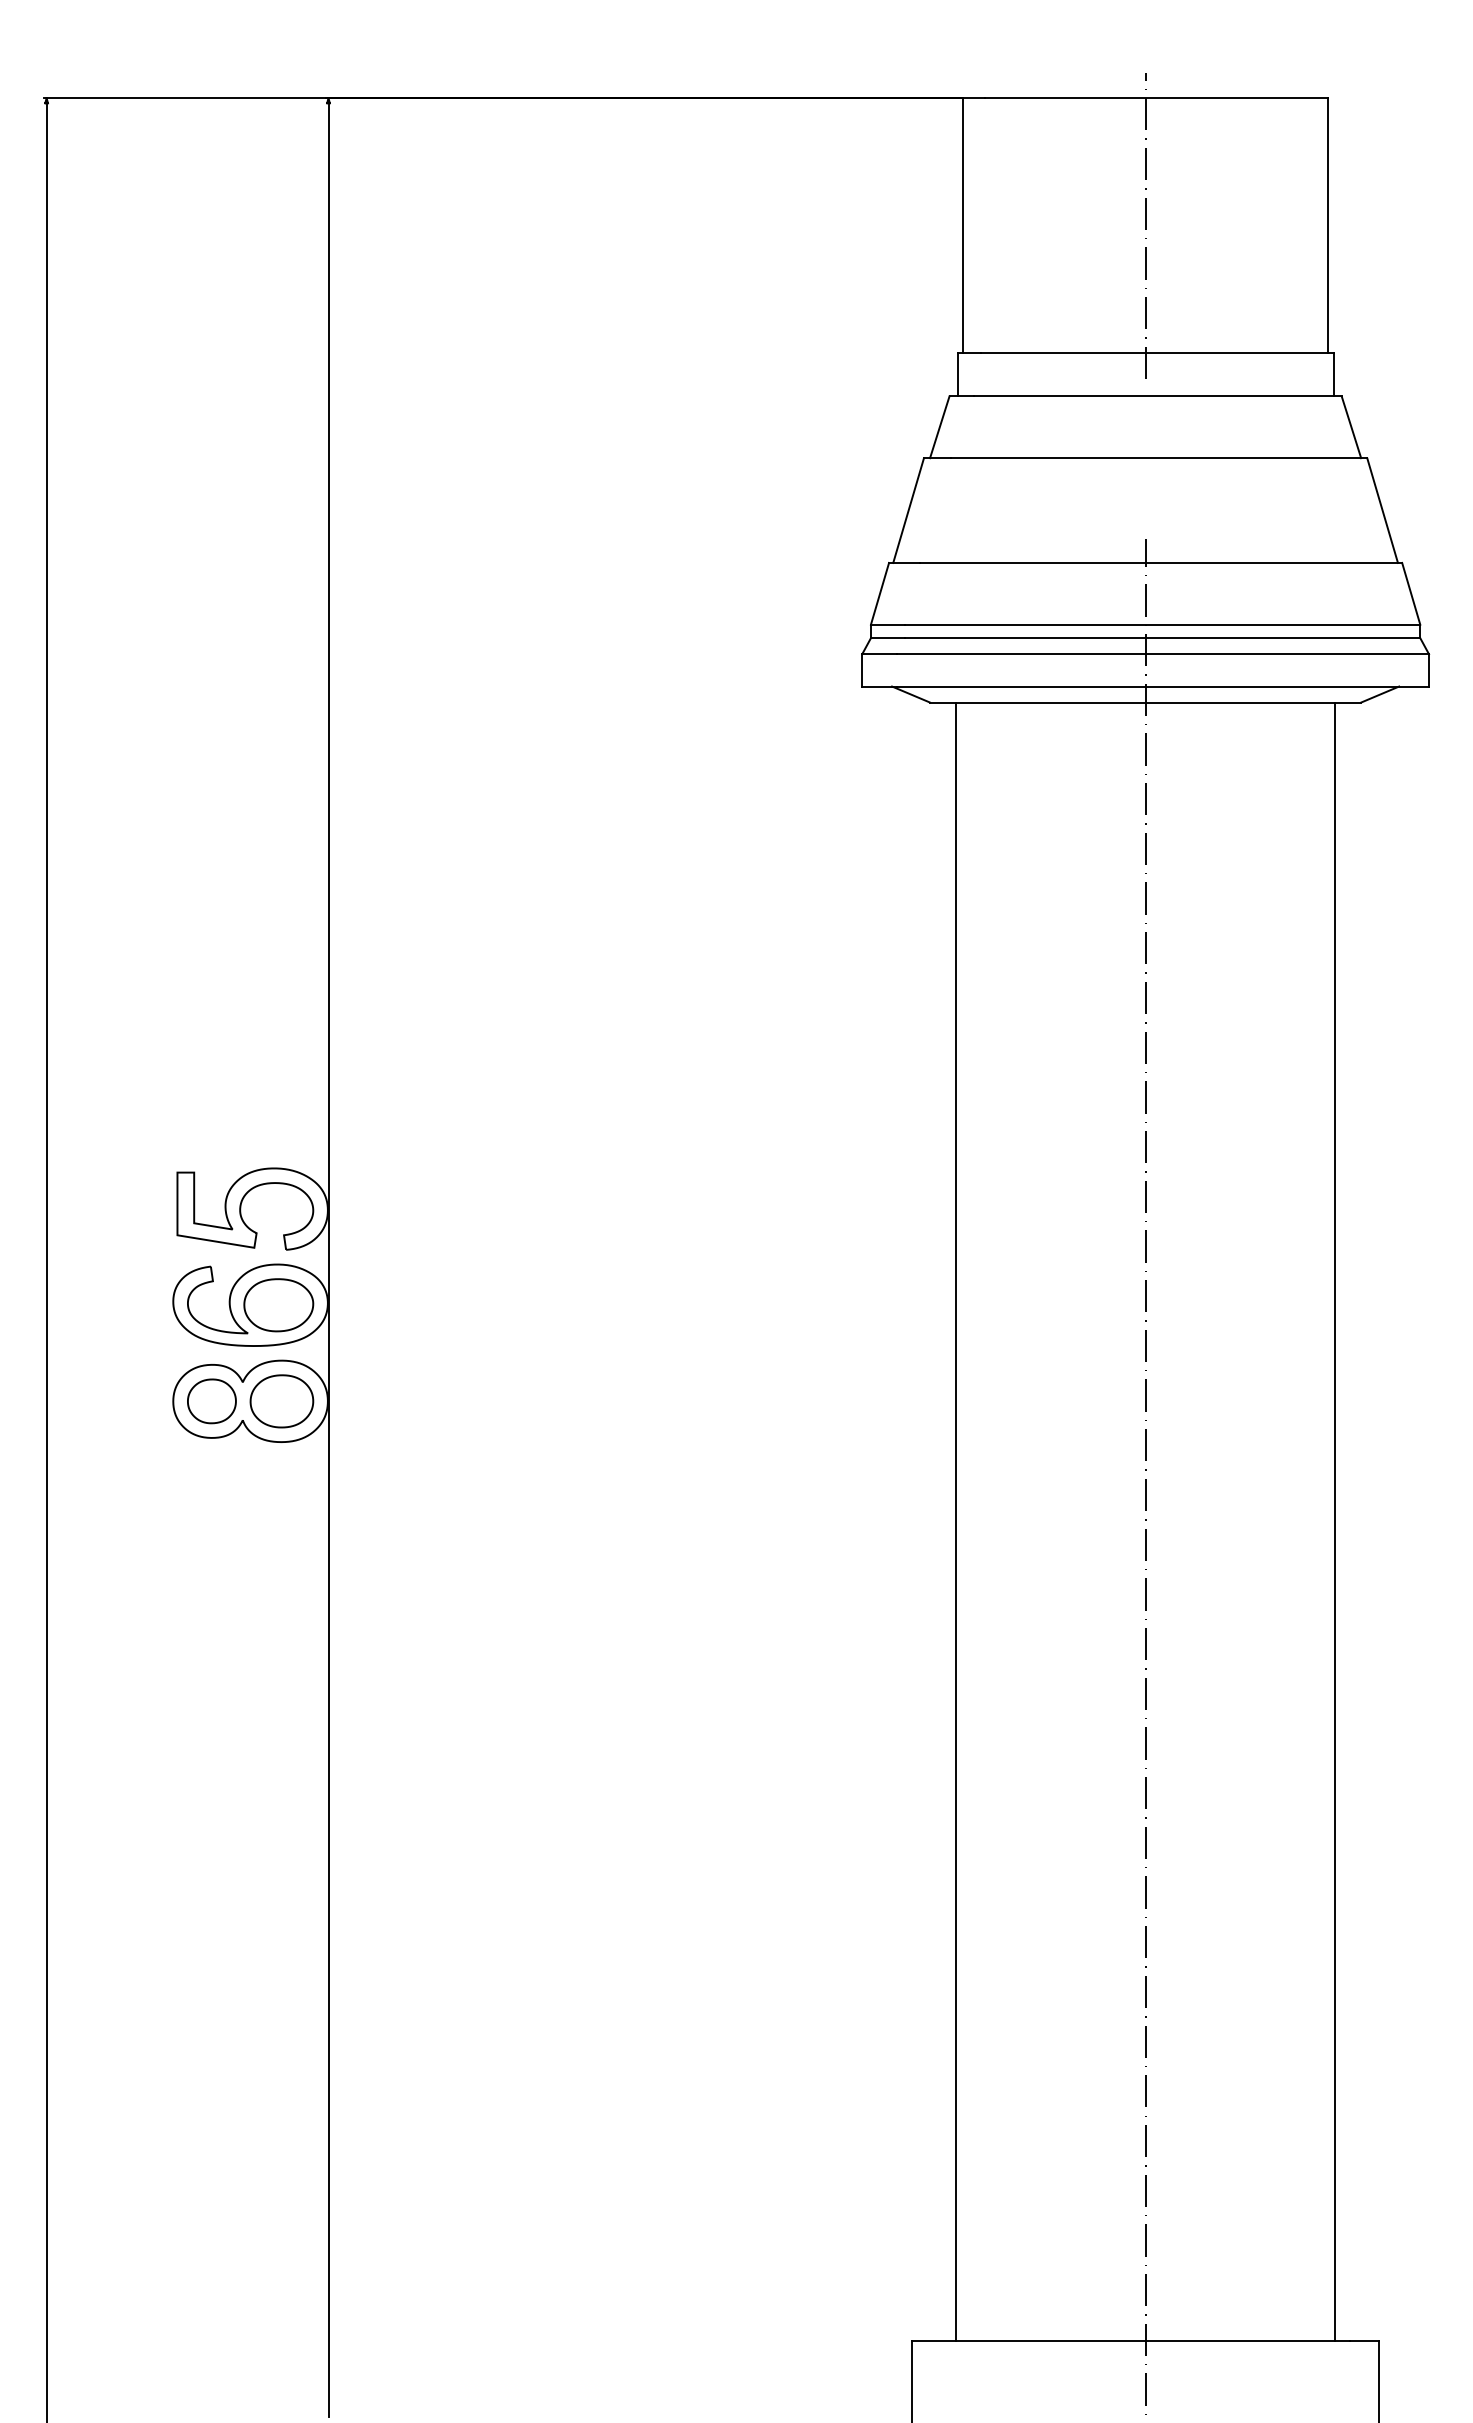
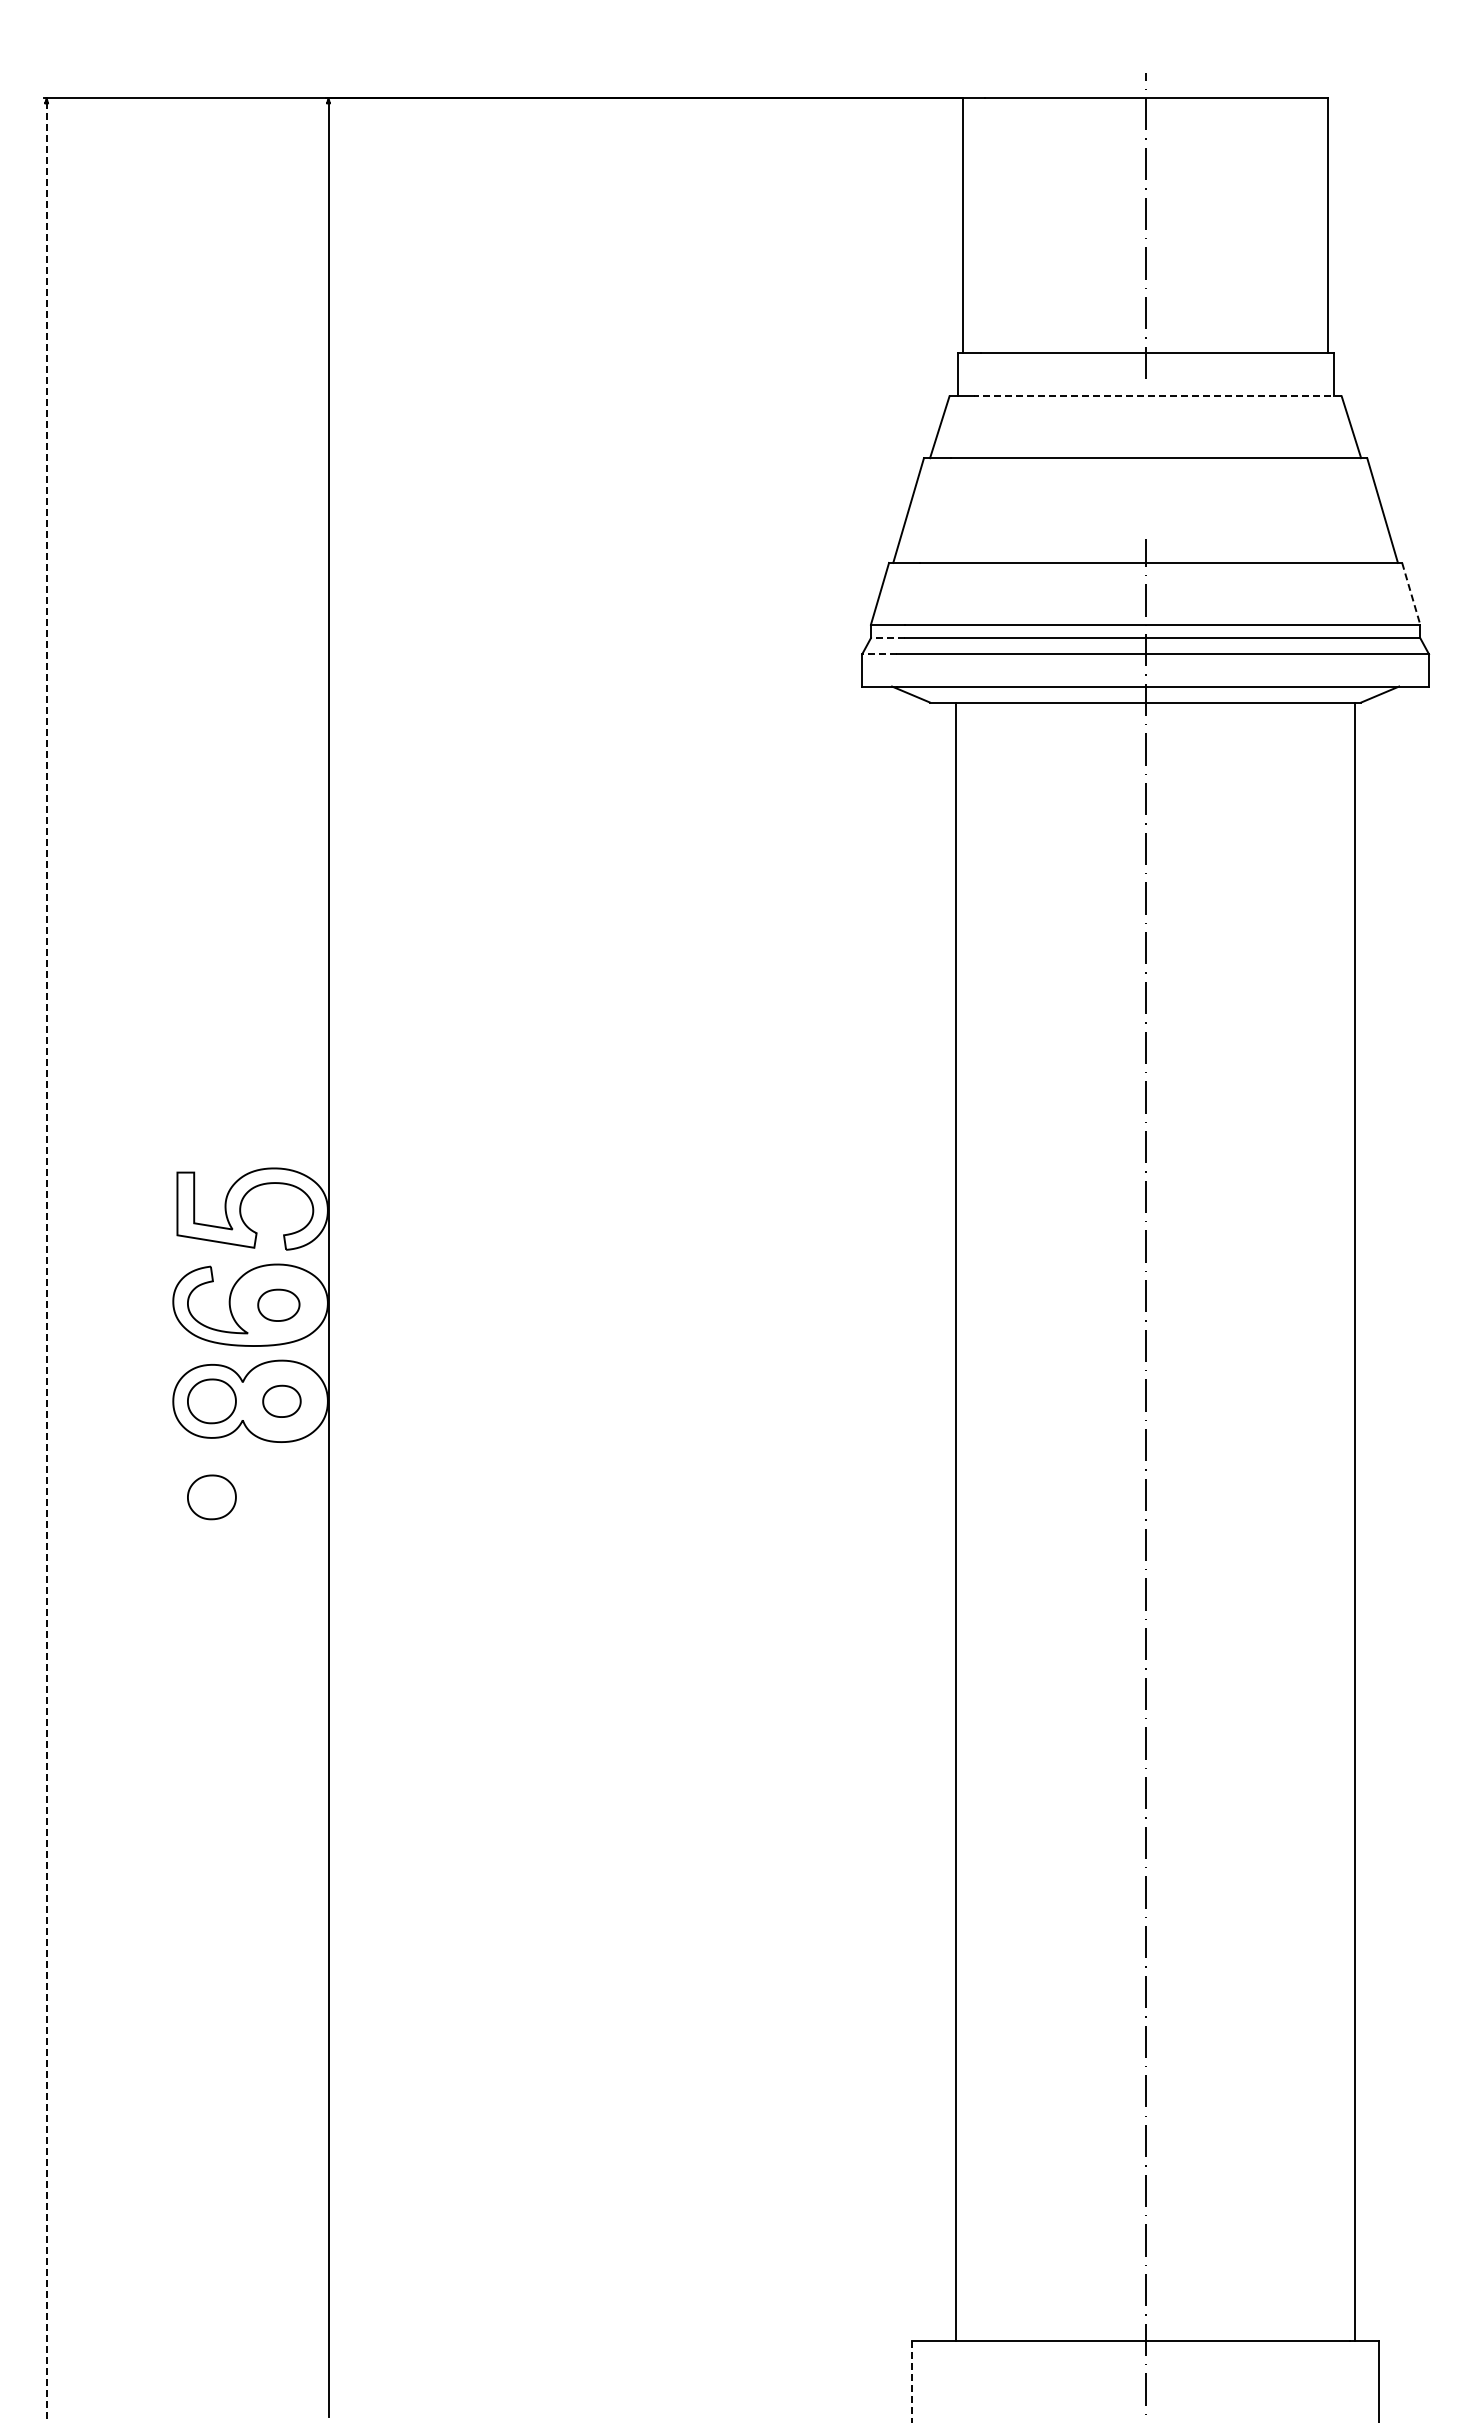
line at (1157, 396): solid -> dashed
line at (1411, 594): solid -> dashed
line at (887, 638): solid -> dashed
line at (879, 654): solid -> dashed
line at (46, 1262): solid -> dashed
part at (278, 1305) size: 72x55 px -> 44x34 px
part at (281, 1401) size: 66x55 px -> 40x34 px
part at (211, 1497): none -> present
line at (1335, 1521) position: (1335, 1521) -> (1355, 1521)
line at (911, 2382): solid -> dashed
